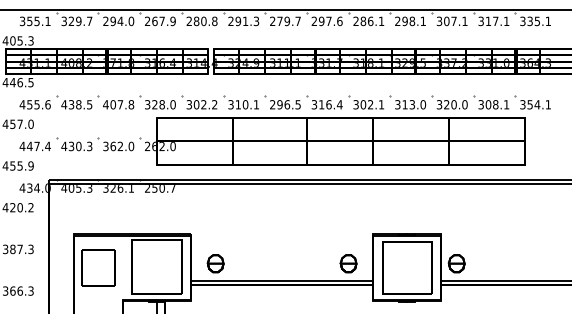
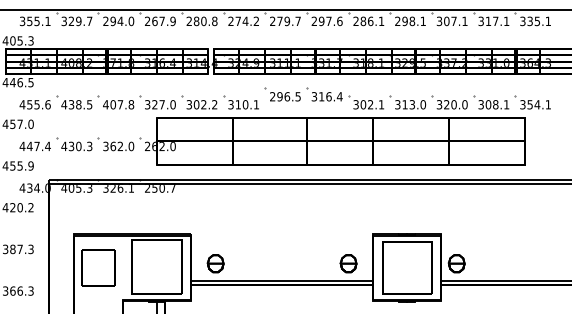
text at (247, 21): 291.3 -> 274.2
part at (303, 102) position: (303, 102) -> (303, 94)
text at (161, 104): 328.0 -> 327.0
